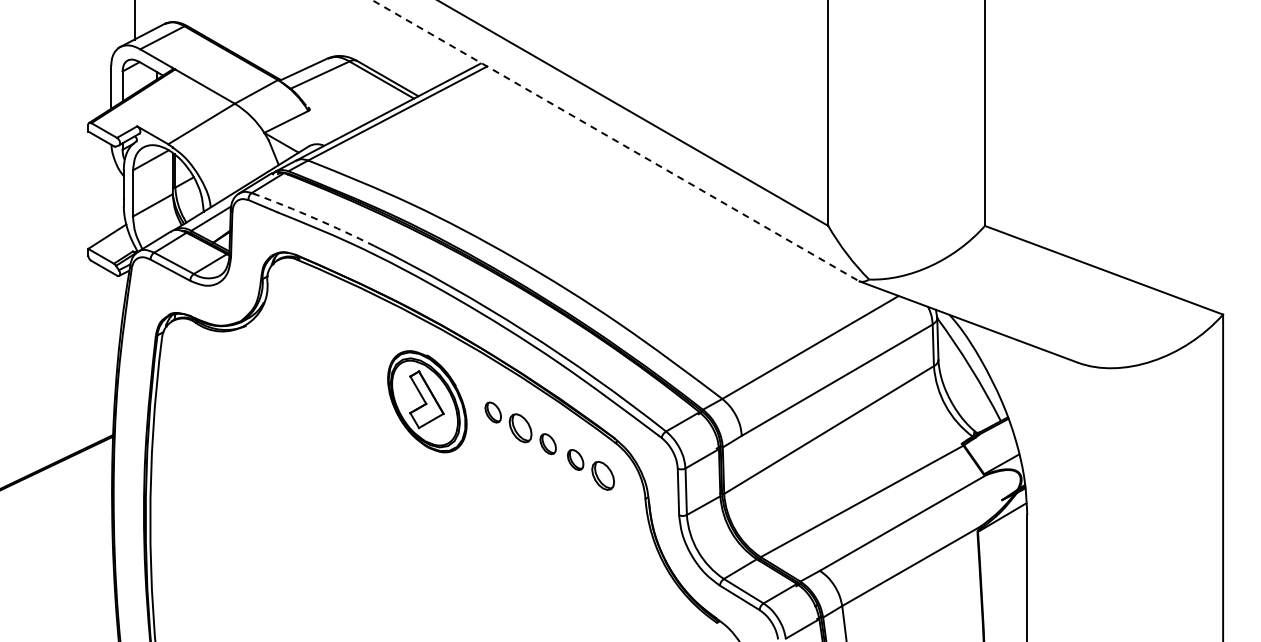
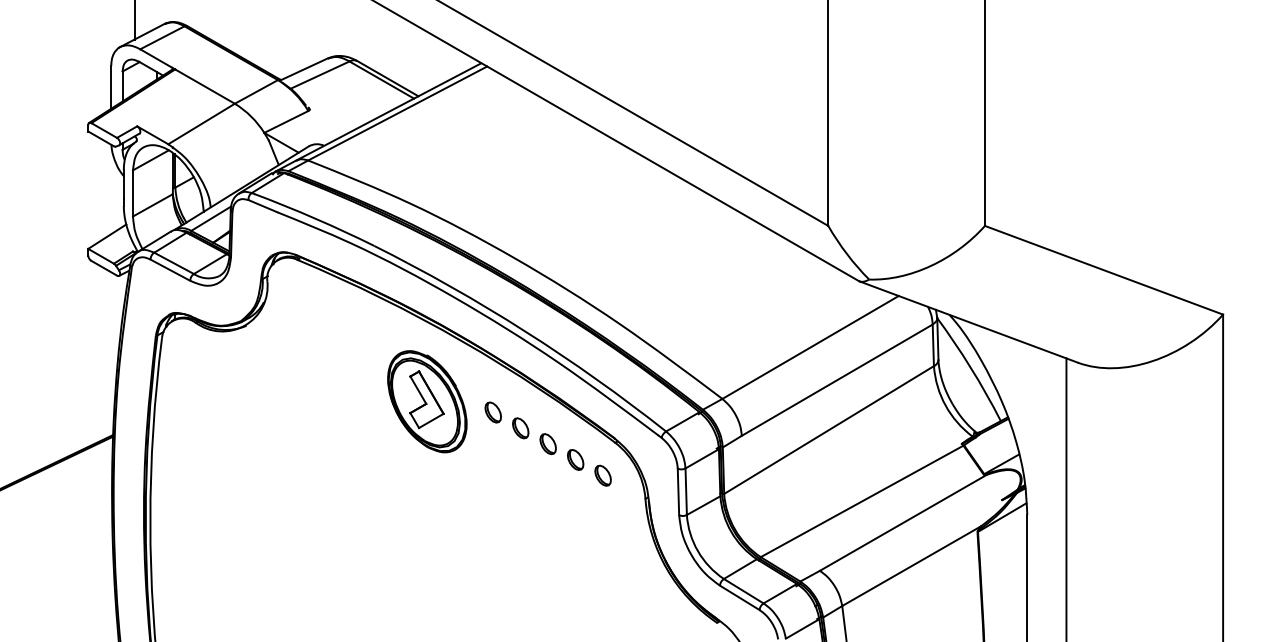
line at (615, 140): dashed -> solid
arc at (315, 218): dashed -> solid
part at (520, 428) size: 25x31 px -> 18x23 px
part at (602, 475) size: 24x30 px -> 18x23 px
line at (1066, 498): none -> present
